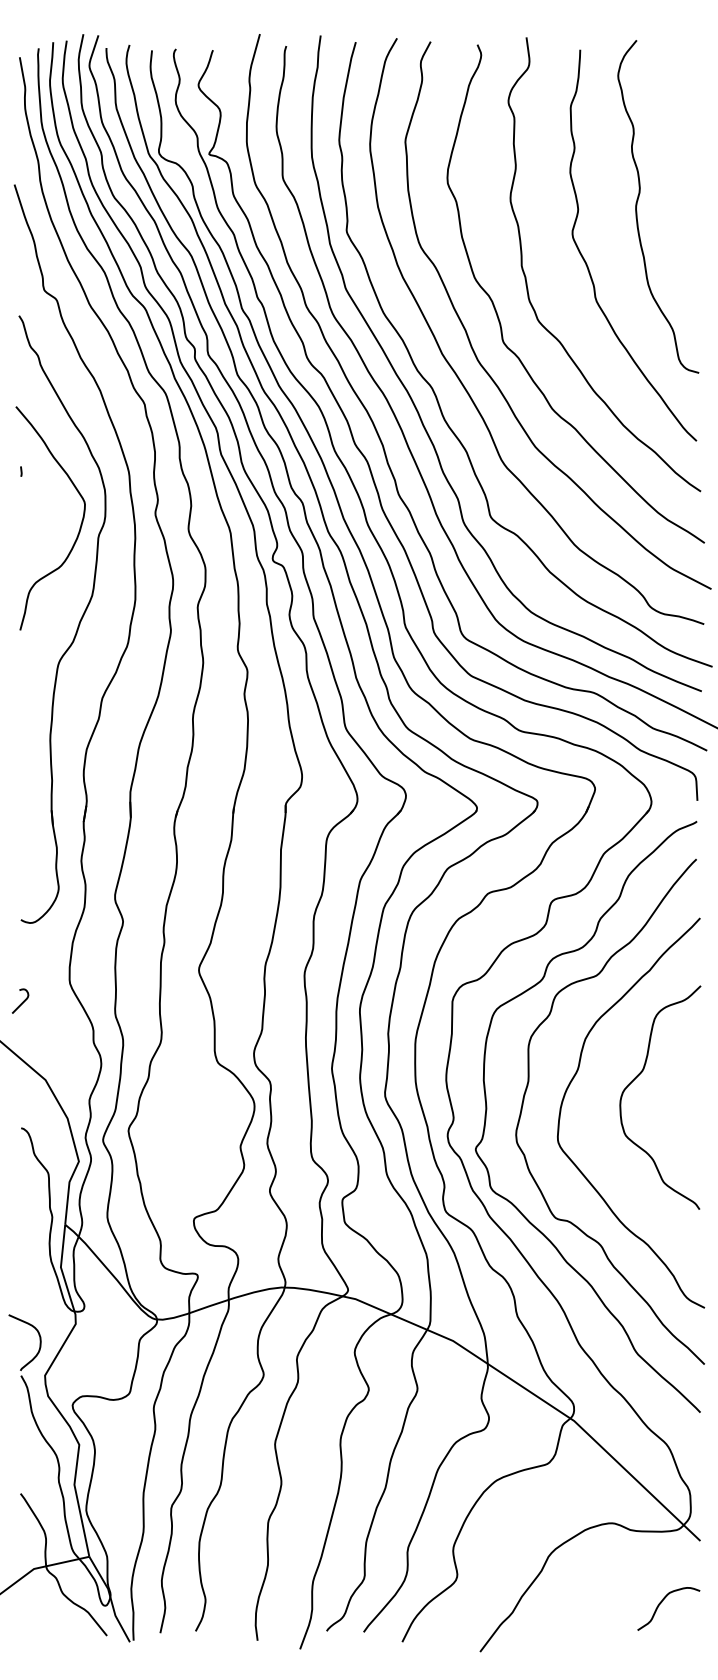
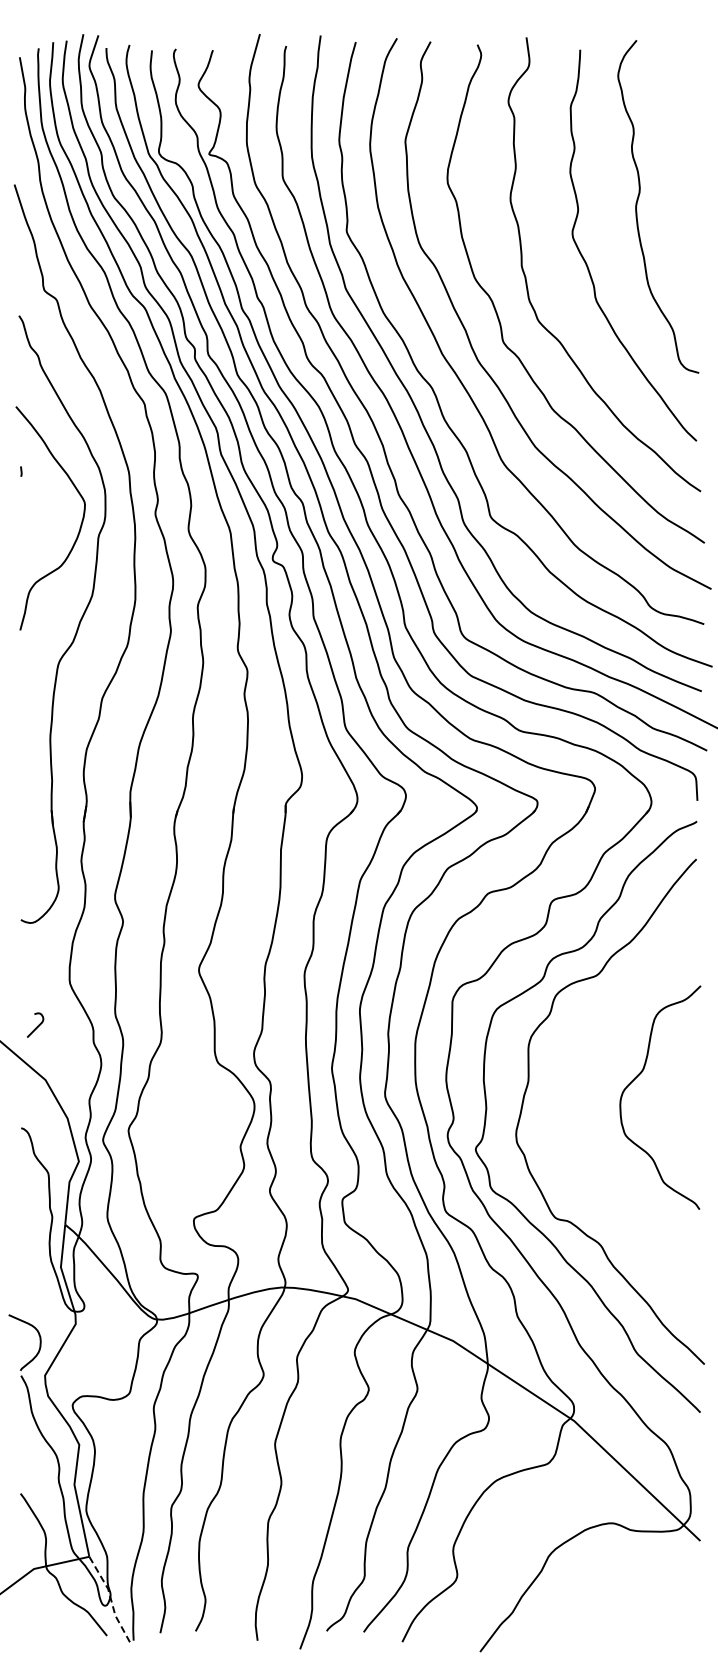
curve at (22, 1001) position: (22, 1001) -> (37, 1025)
curve at (575, 1076): present -> none
line at (110, 1598): solid -> dashed
curve at (662, 1602): present -> none
